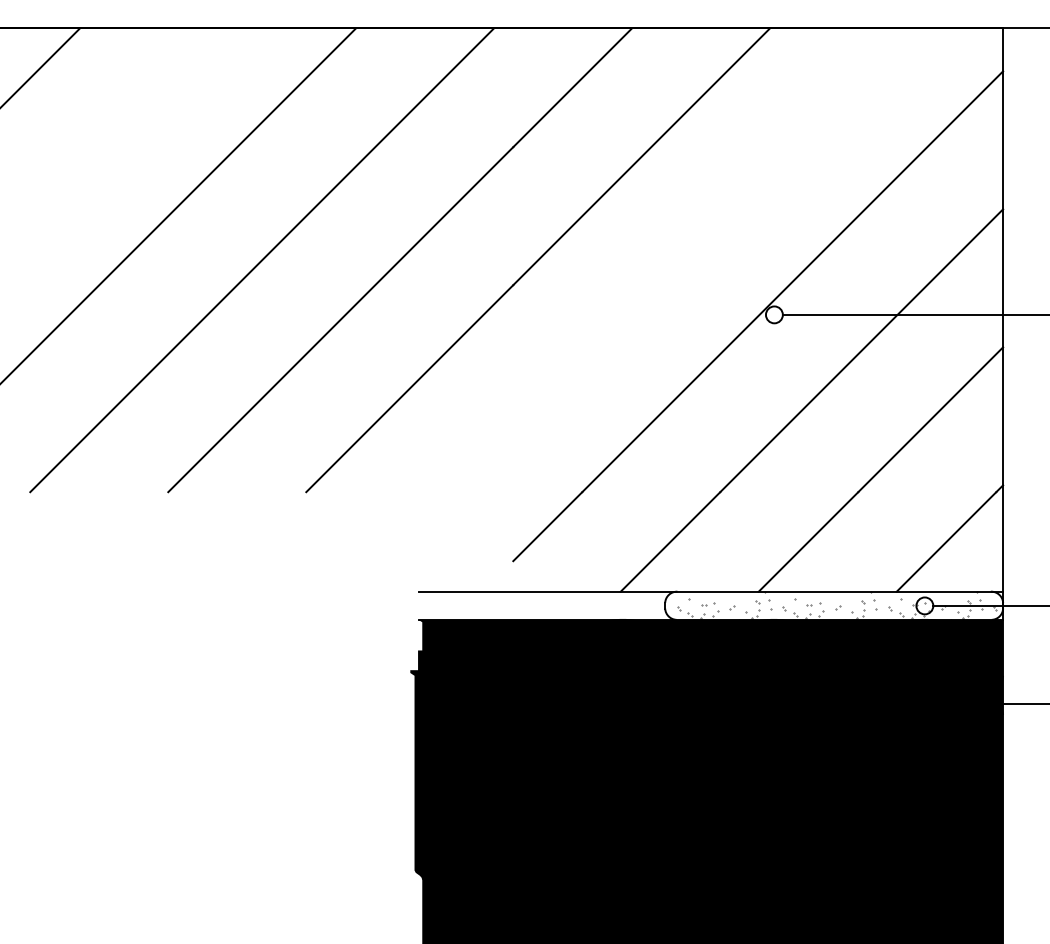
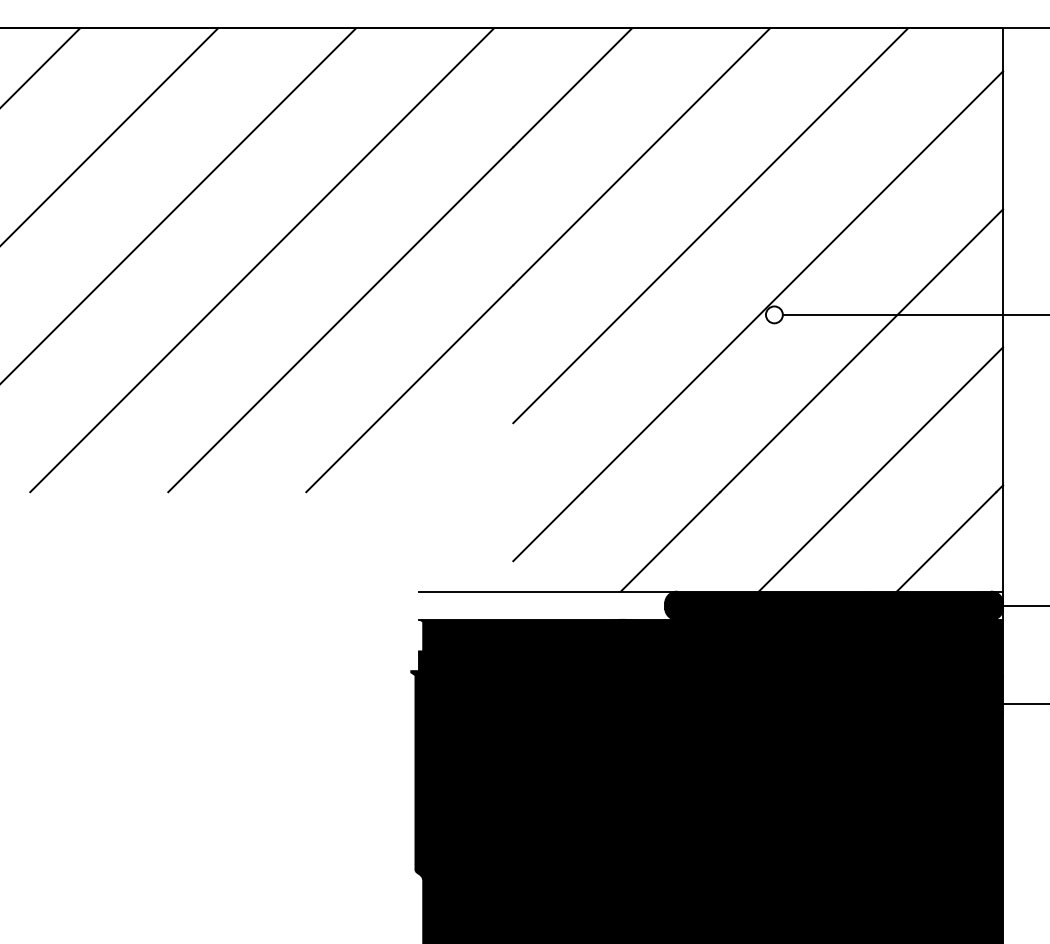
line at (110, 136): none -> present
line at (710, 225): none -> present
fill at (834, 605): none -> present
